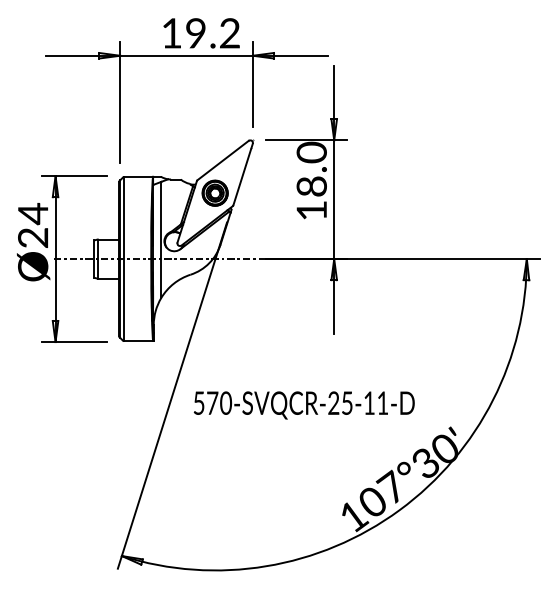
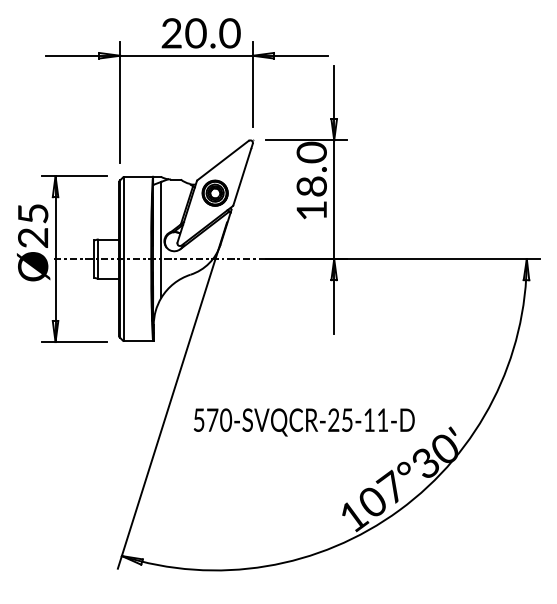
text at (200, 33): 19.2 -> 20.0
text at (33, 213): Ø24 -> Ø25
text at (303, 405) position: (303, 405) -> (303, 422)
